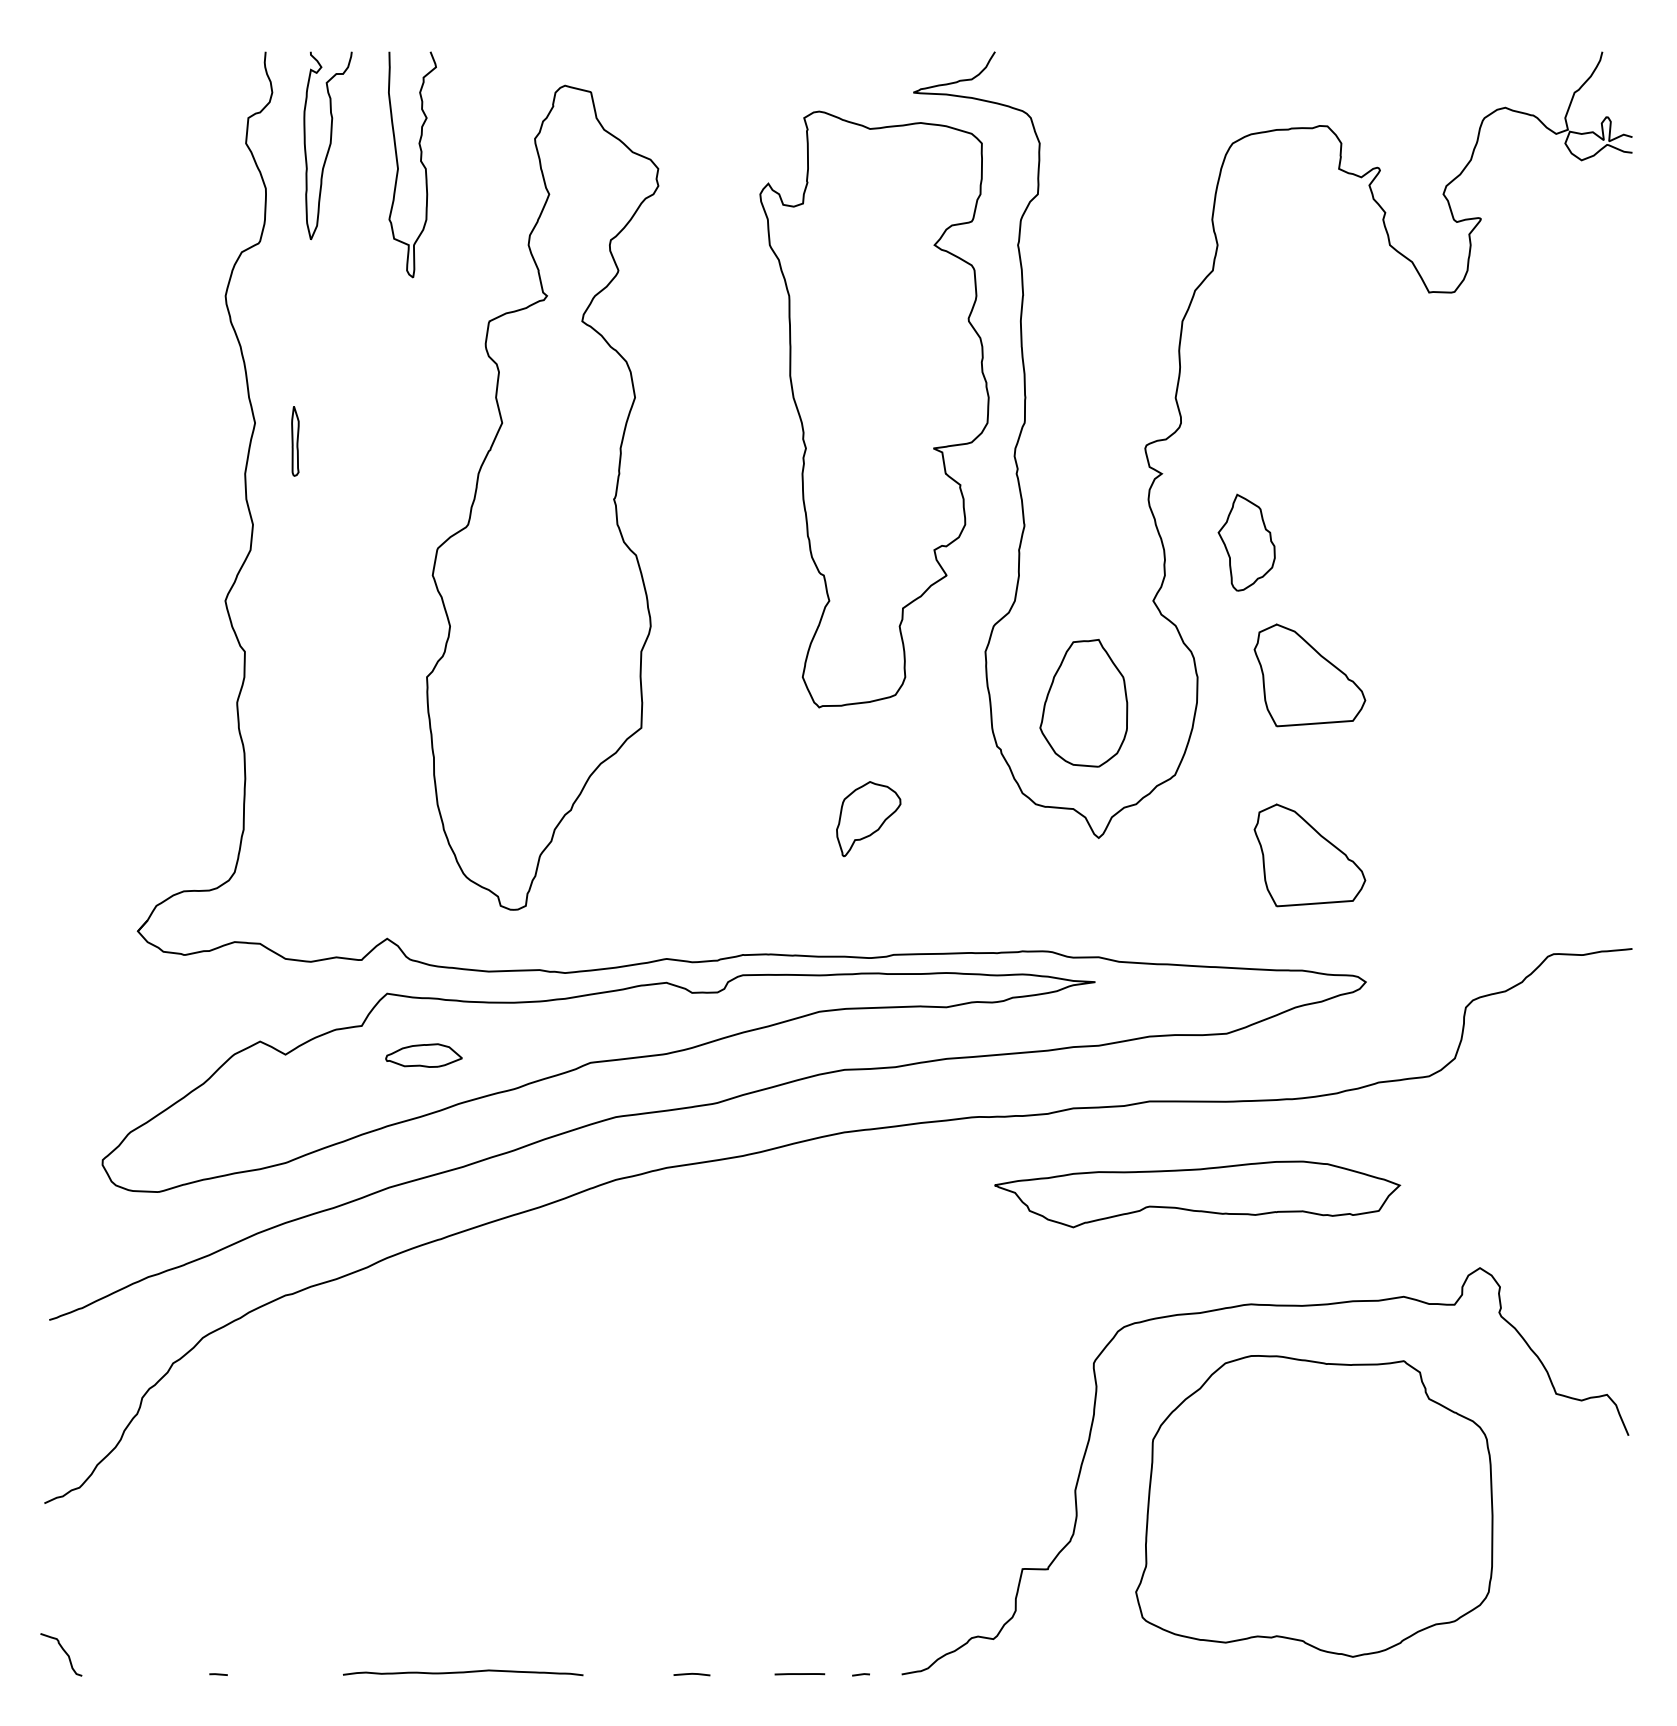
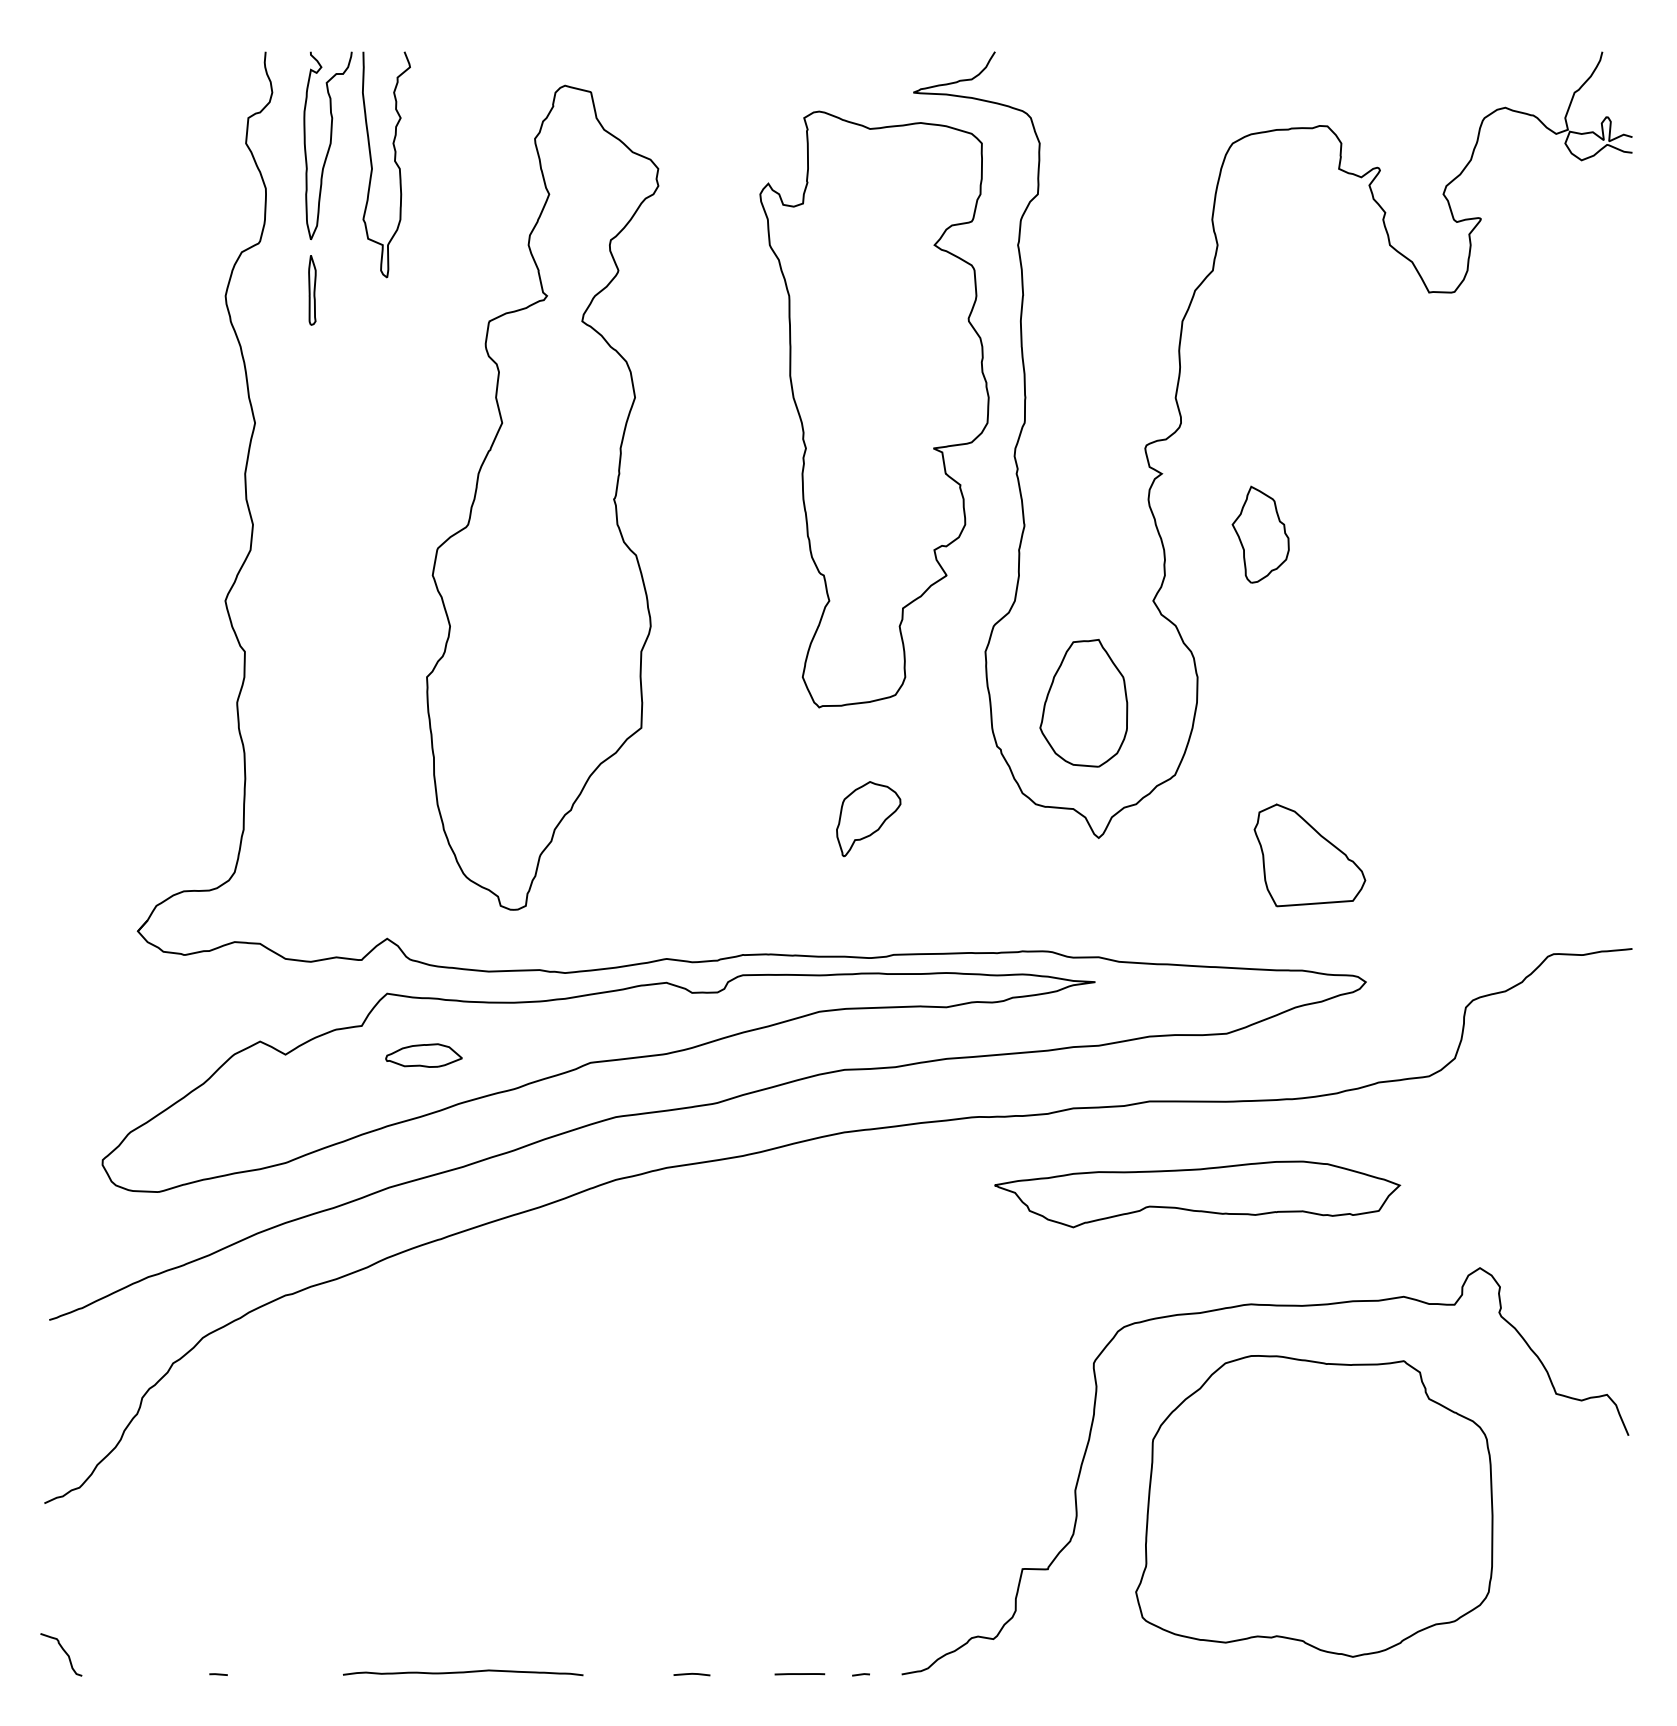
curve at (420, 162) position: (420, 162) -> (394, 162)
part at (295, 441) position: (295, 441) -> (312, 290)
part at (1246, 542) position: (1246, 542) -> (1260, 534)
part at (1309, 675): present -> none
